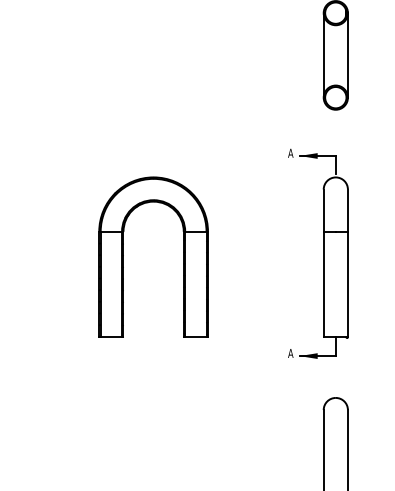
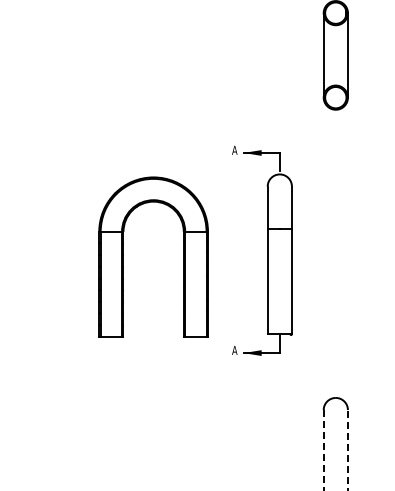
part at (318, 253) position: (318, 253) -> (262, 250)
line at (347, 449): solid -> dashed
line at (323, 450): solid -> dashed
